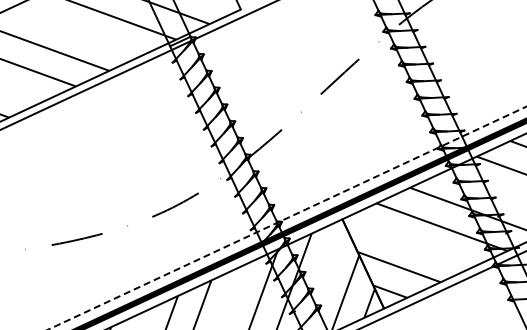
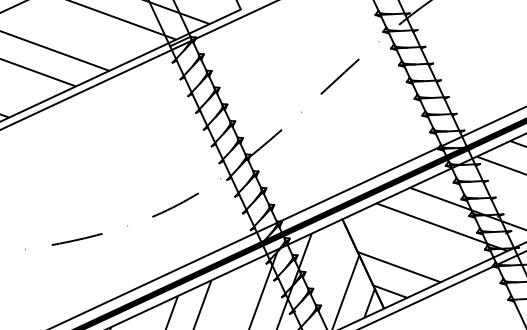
line at (287, 218): dashed -> solid
